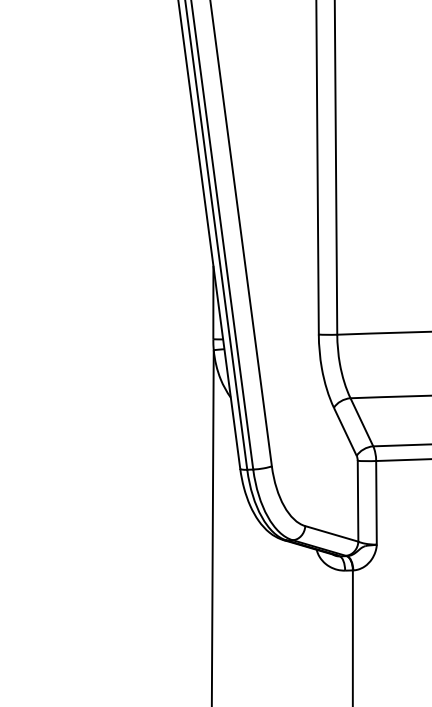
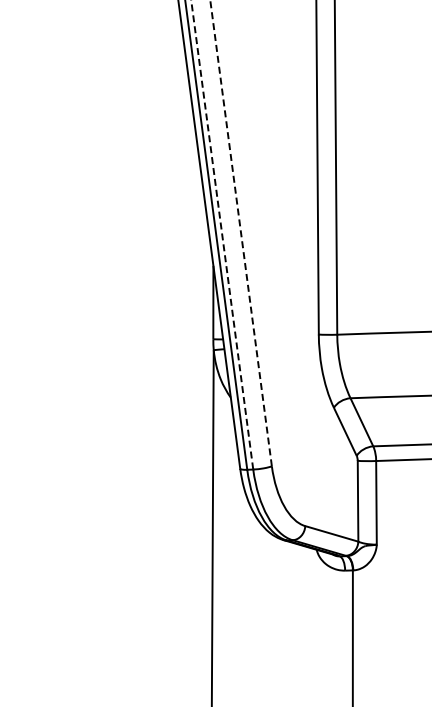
line at (241, 233): solid -> dashed
line at (222, 235): solid -> dashed
